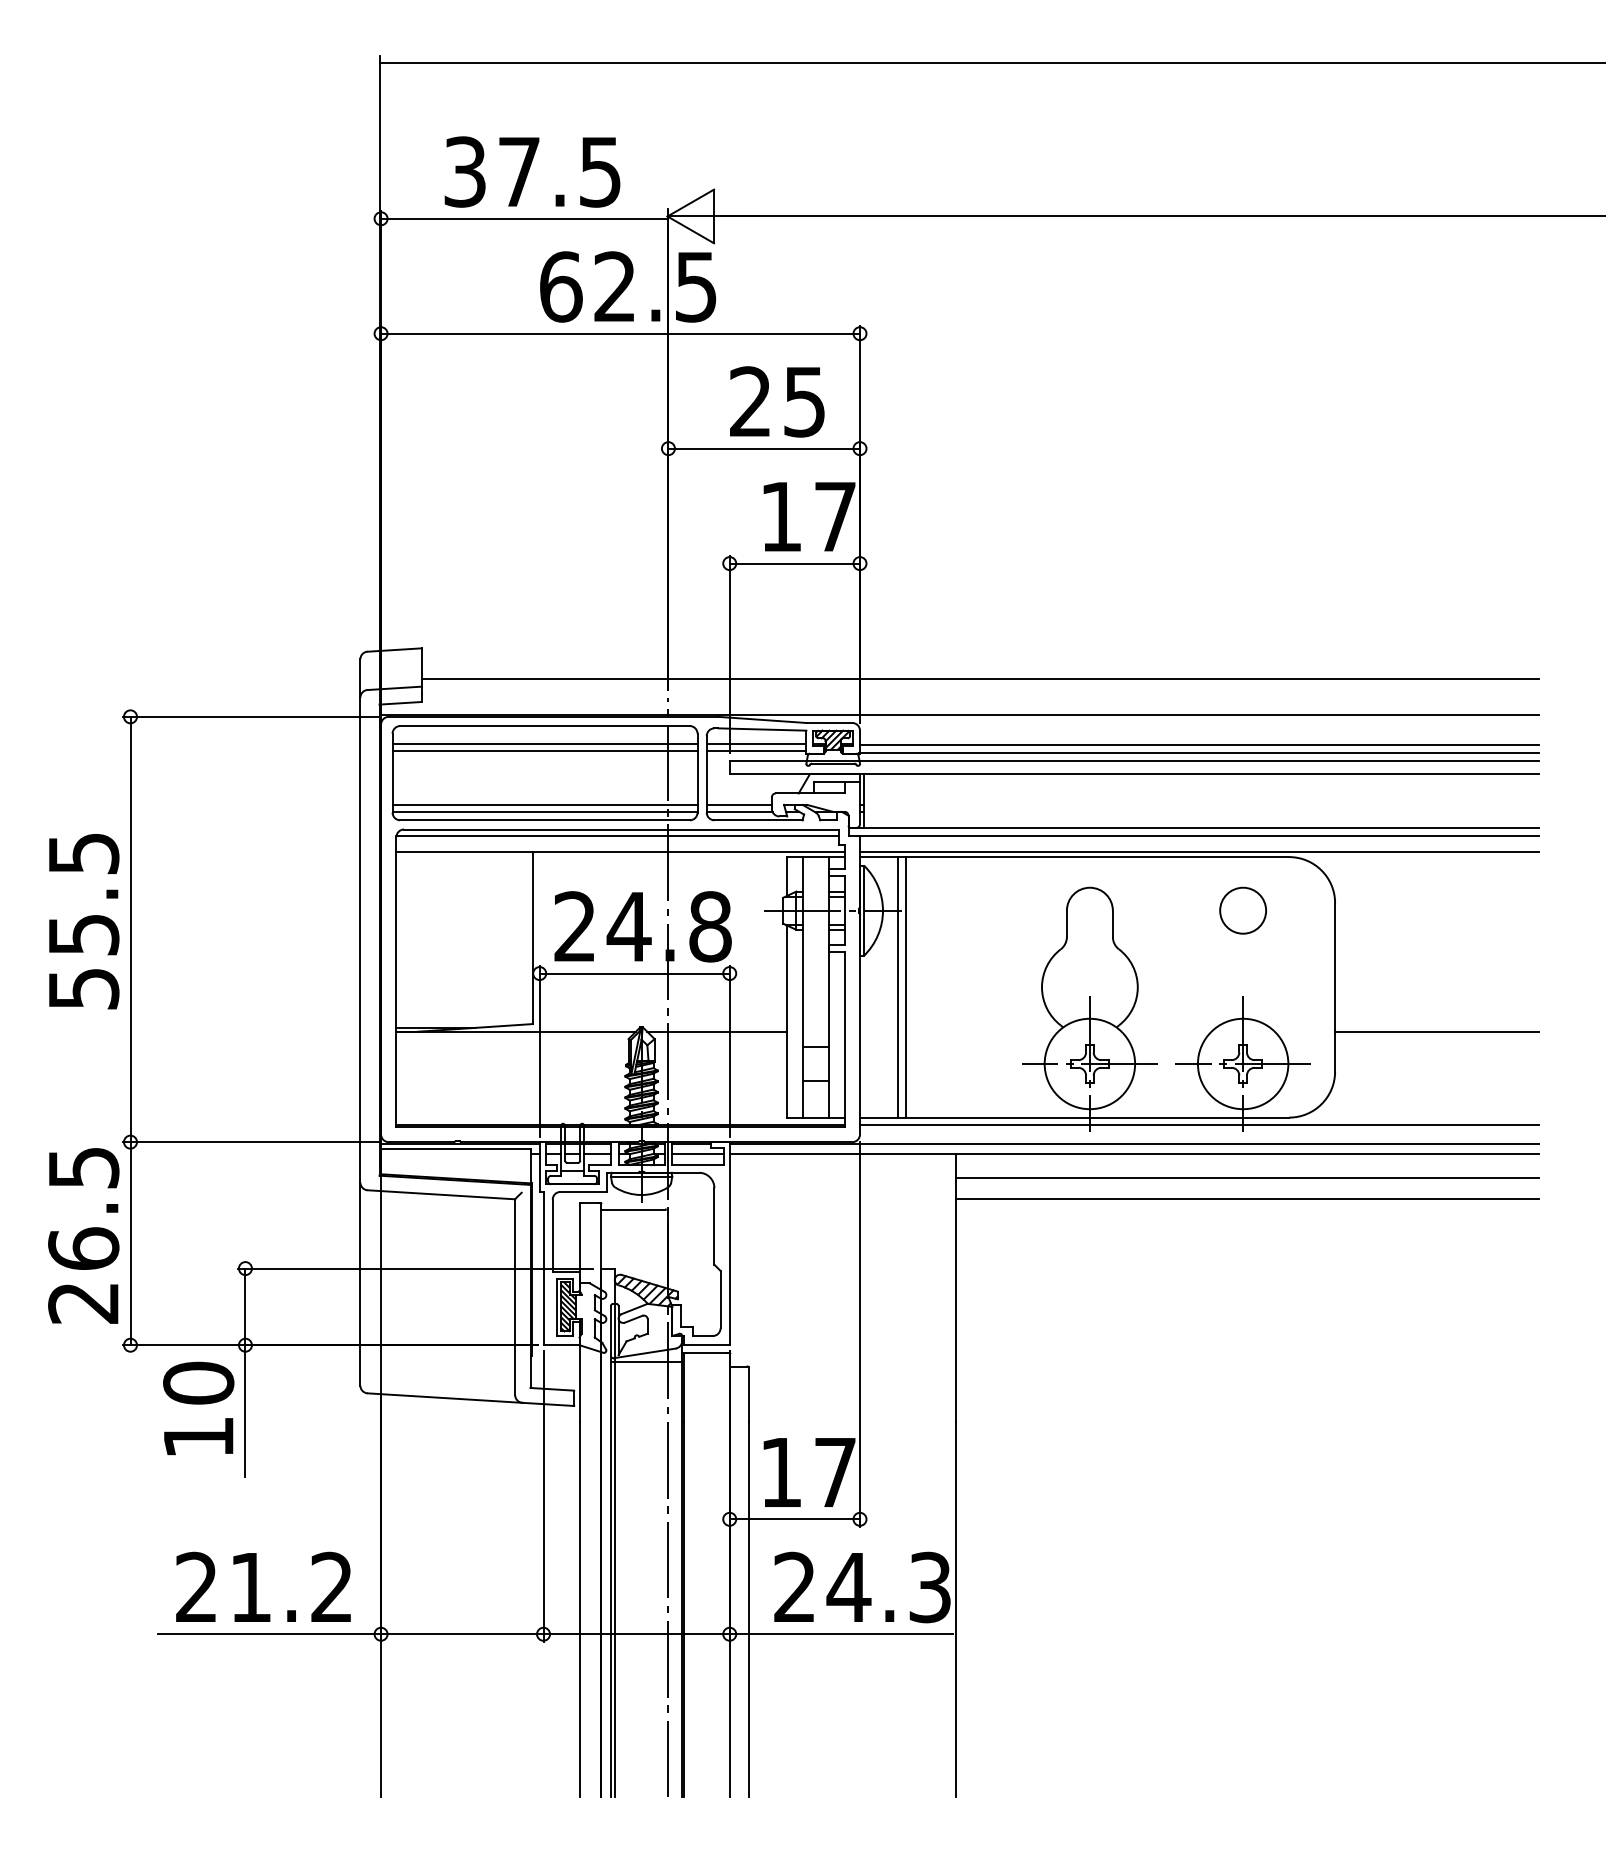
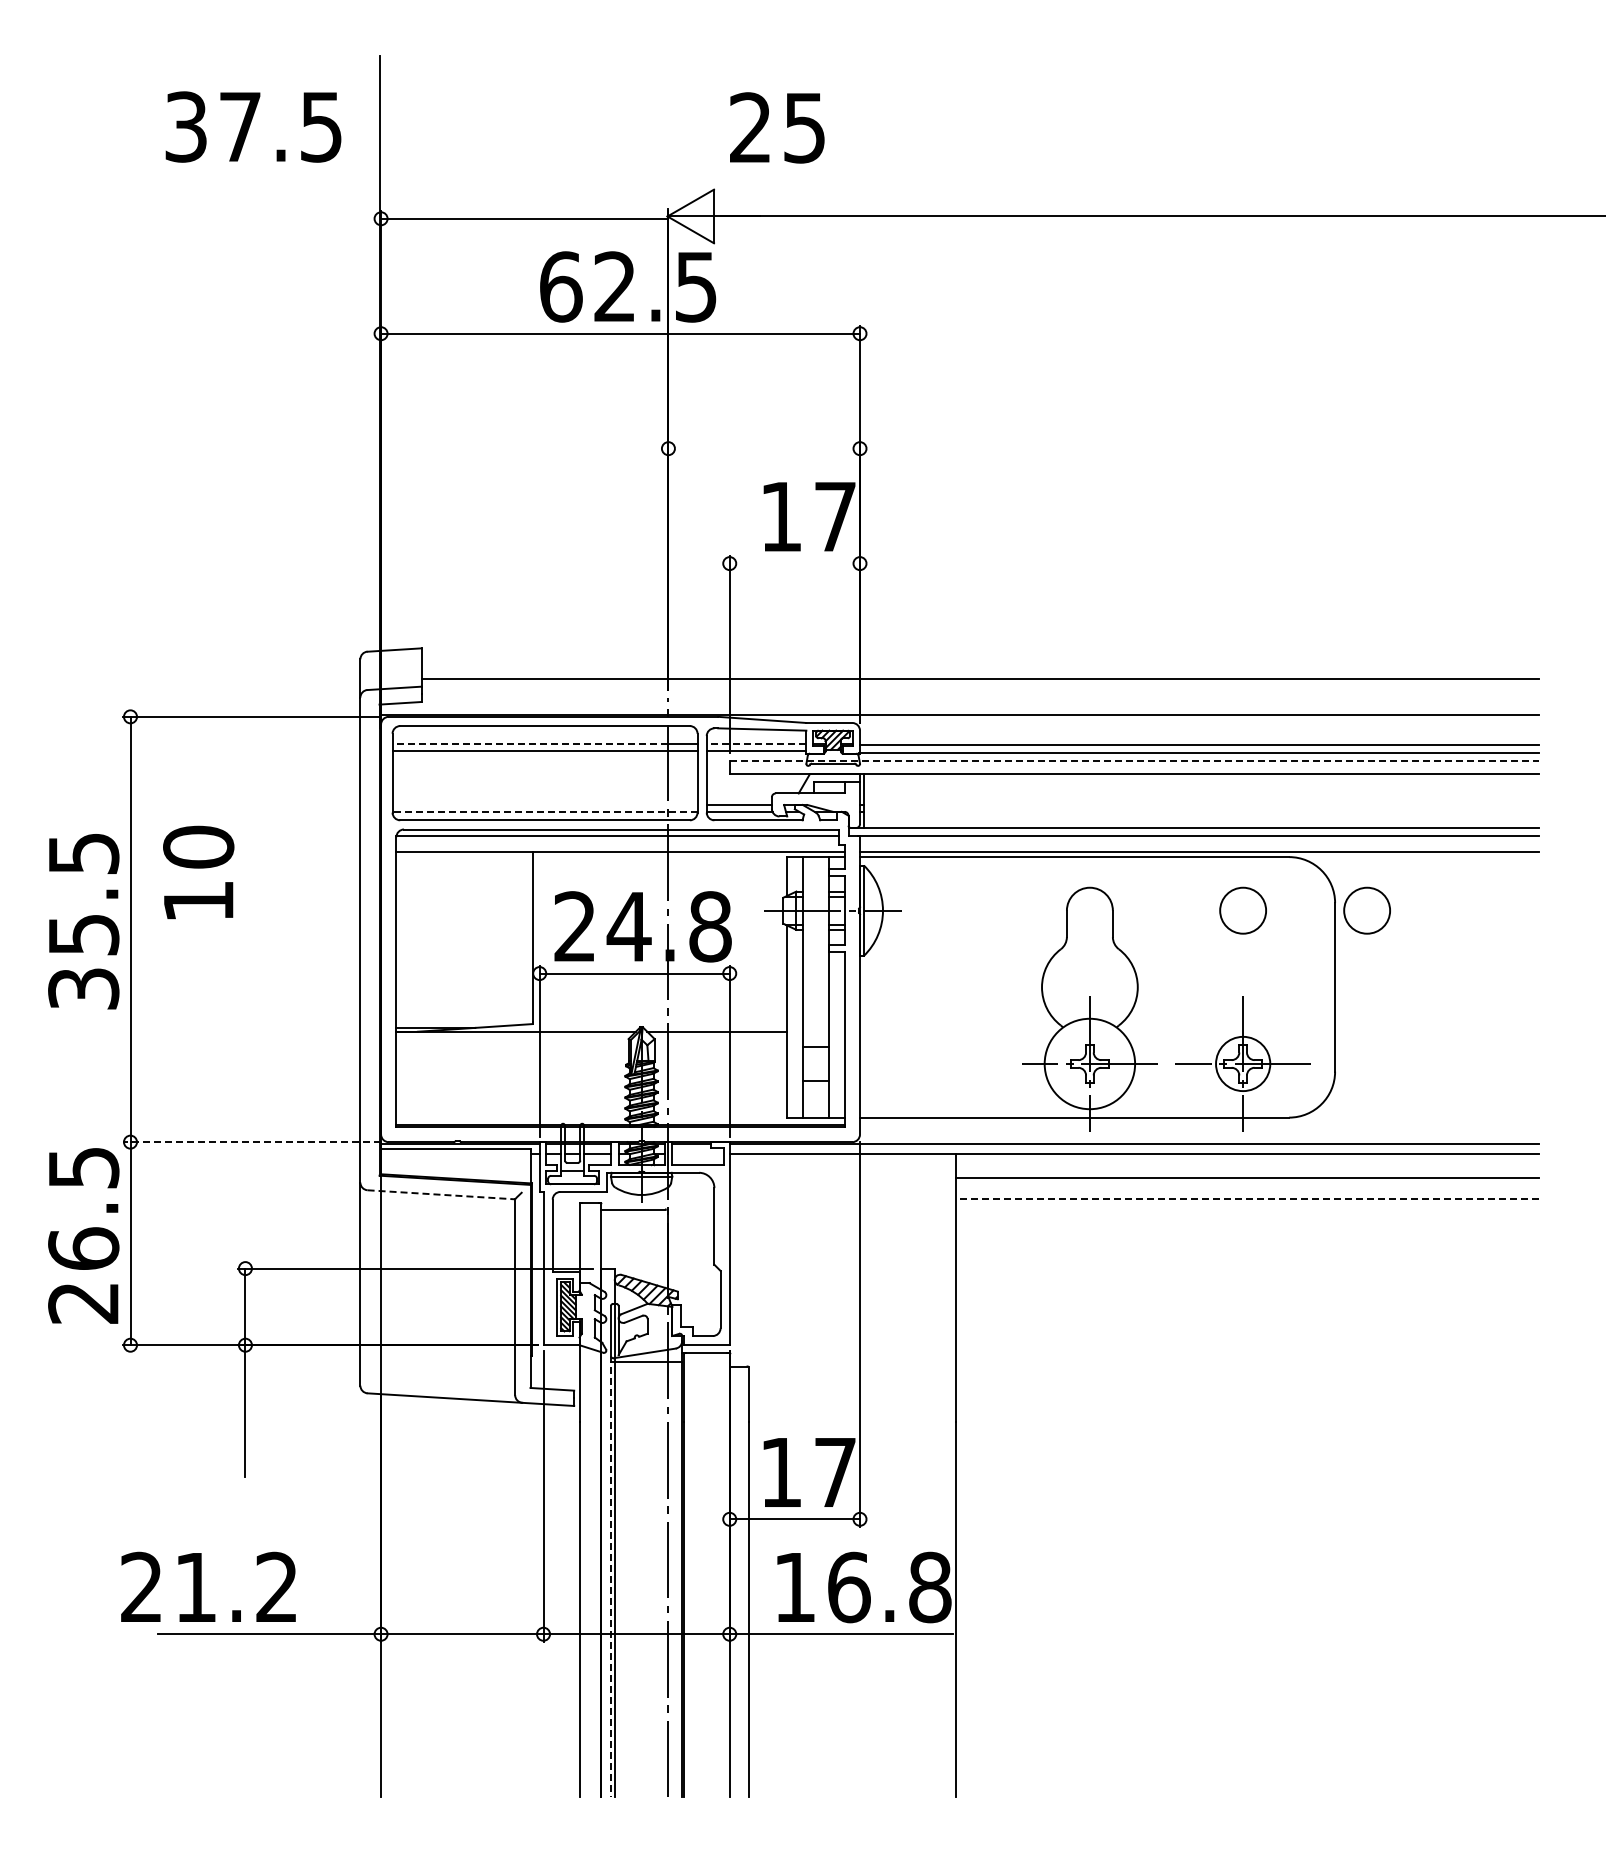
line at (991, 63): present -> none
text at (532, 171) position: (532, 171) -> (253, 126)
text at (777, 401) position: (777, 401) -> (777, 127)
line at (764, 448): present -> none
line at (794, 563): present -> none
line at (530, 743): solid -> dashed
line at (756, 743): solid -> dashed
line at (1134, 760): solid -> dashed
line at (544, 804): present -> none
line at (544, 811): solid -> dashed
circle at (1366, 910): none -> present
line at (898, 987): present -> none
line at (905, 987): present -> none
text at (83, 988): 55.5 -> 35.5
line at (1436, 1031): present -> none
circle at (1242, 1063) diameter: 90 px -> 54 px
line at (1199, 1124): present -> none
line at (251, 1142): solid -> dashed
line at (697, 1153): present -> none
line at (441, 1194): solid -> dashed
line at (1246, 1199): solid -> dashed
text at (198, 1408) position: (198, 1408) -> (198, 872)
line at (610, 1576): solid -> dashed
text at (263, 1586) position: (263, 1586) -> (208, 1586)
text at (862, 1587): 24.3 -> 16.8
